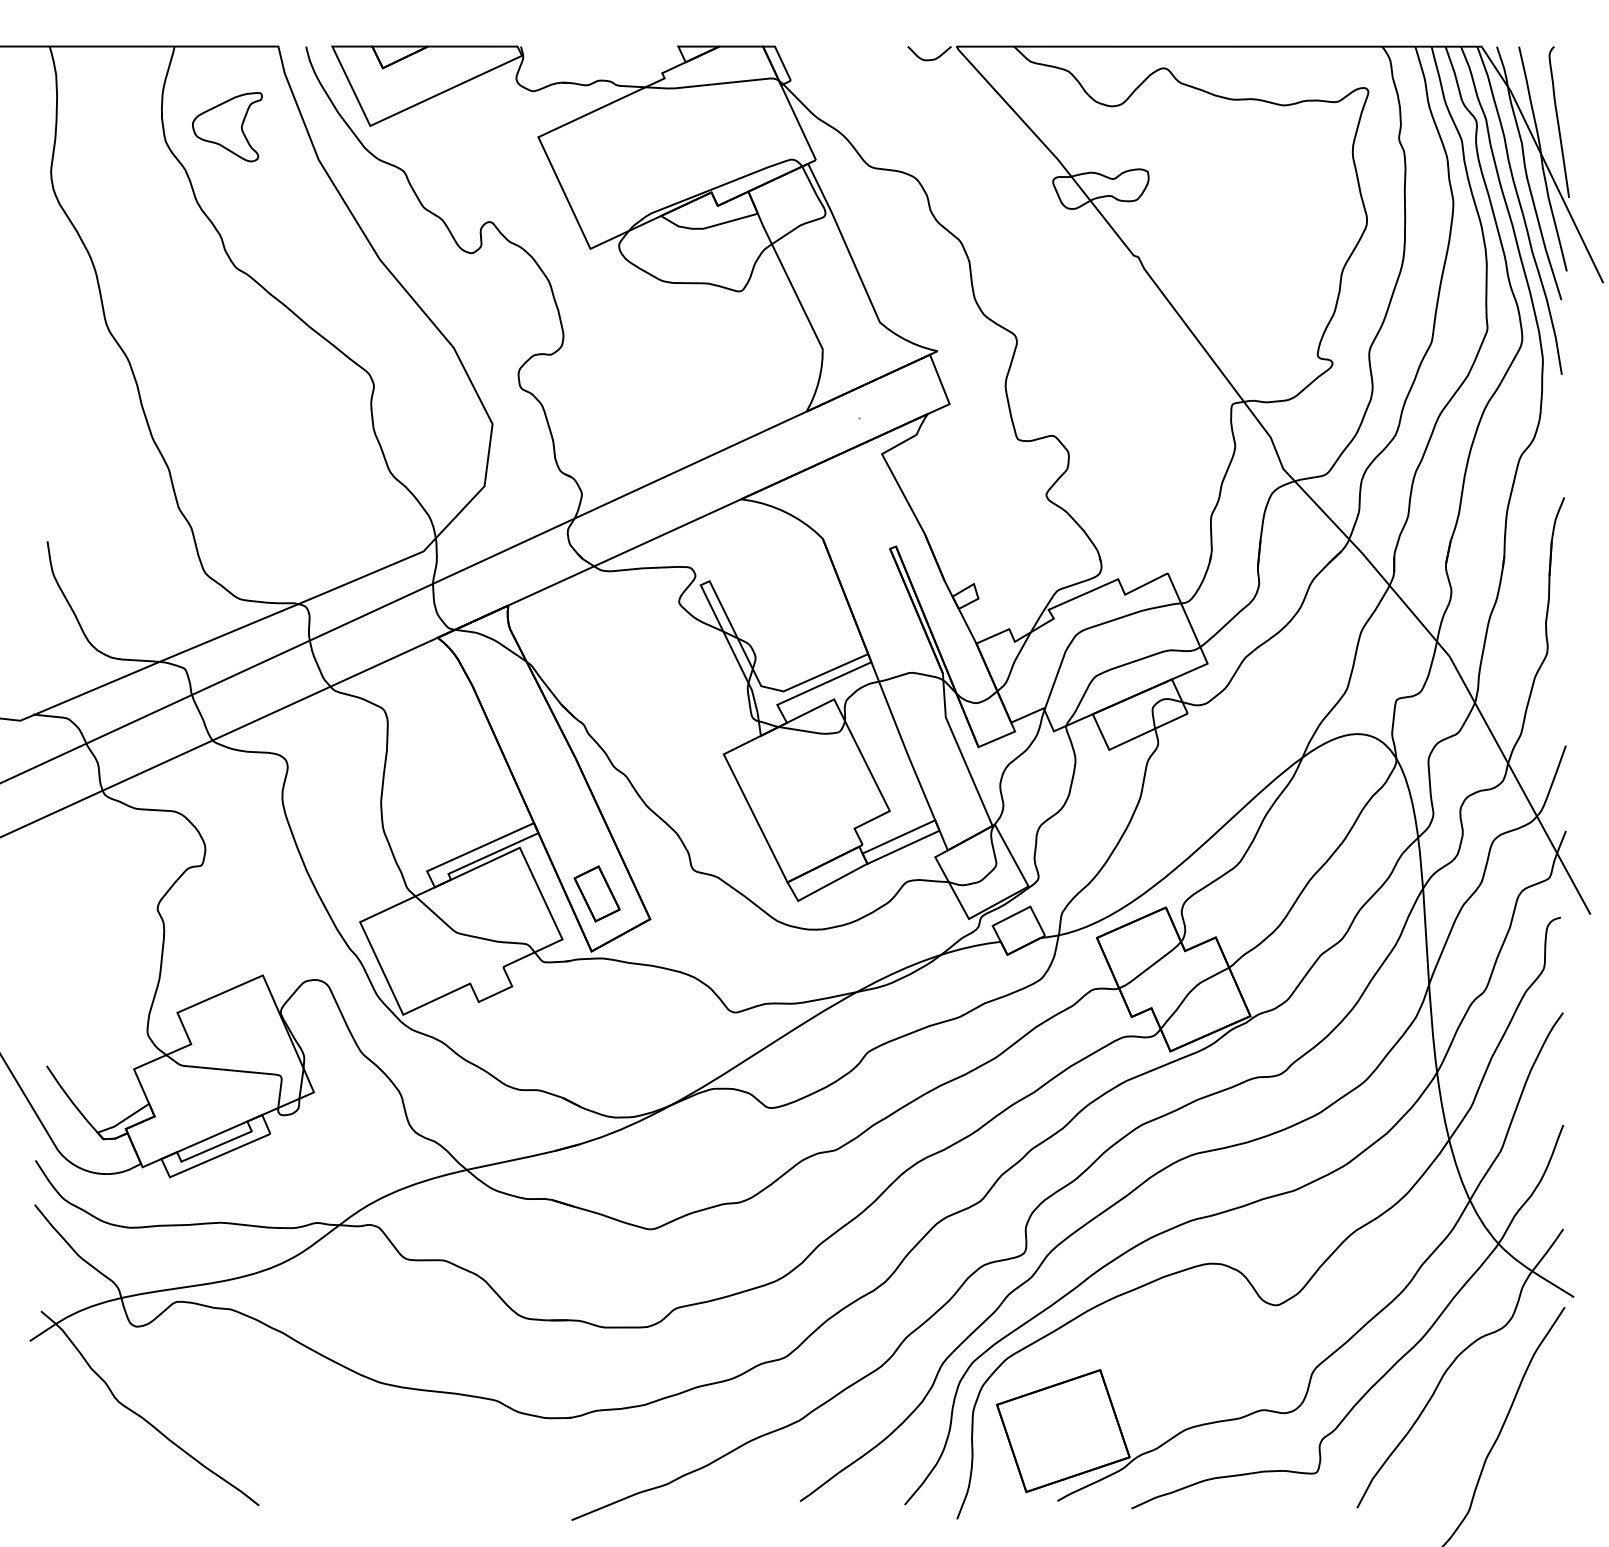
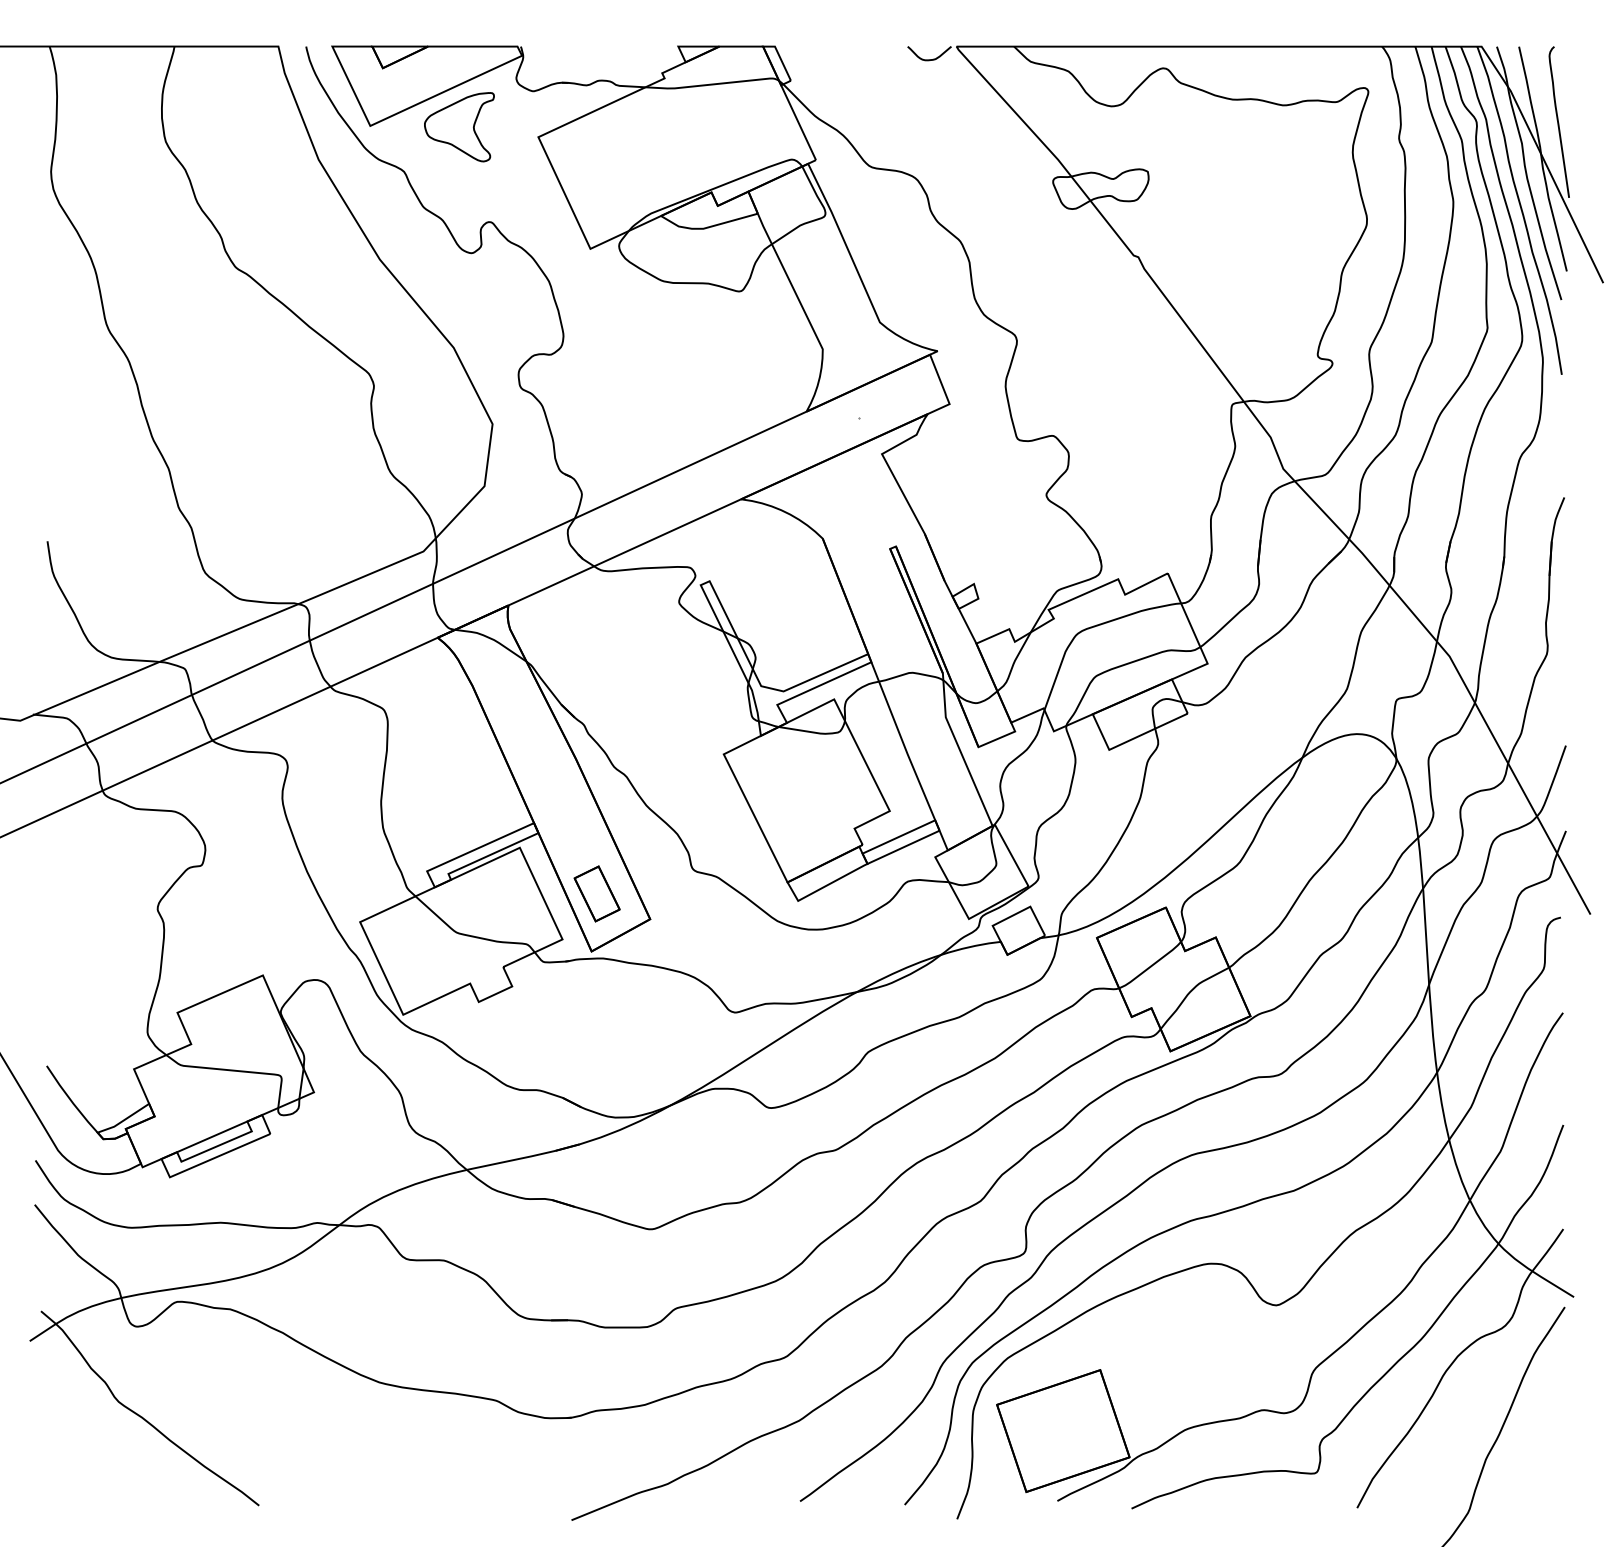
part at (227, 127) position: (227, 127) -> (459, 127)
